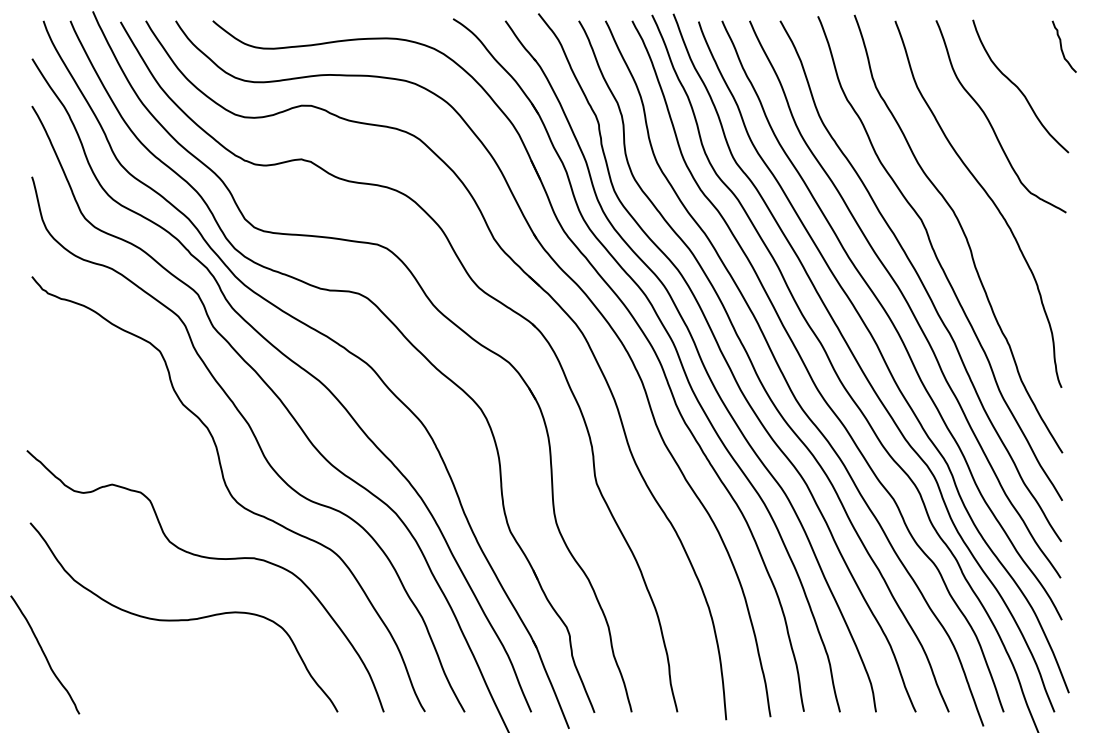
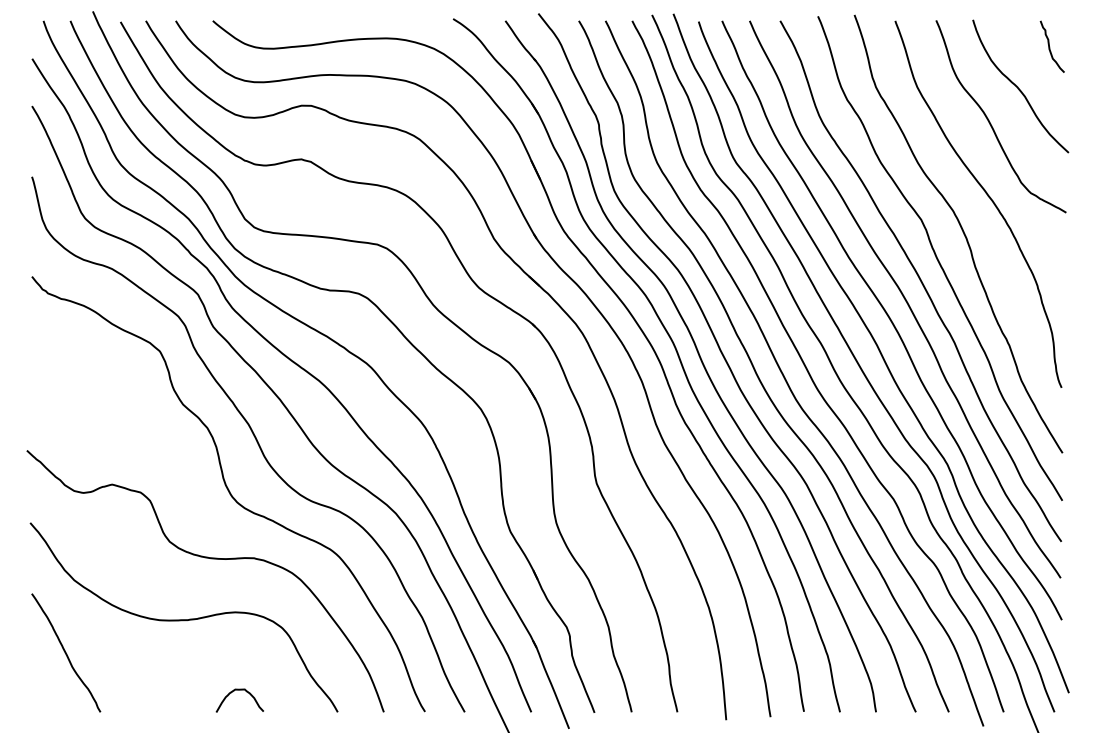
curve at (1062, 47) position: (1062, 47) -> (1050, 47)
curve at (45, 654) position: (45, 654) -> (66, 652)
curve at (239, 690): none -> present
